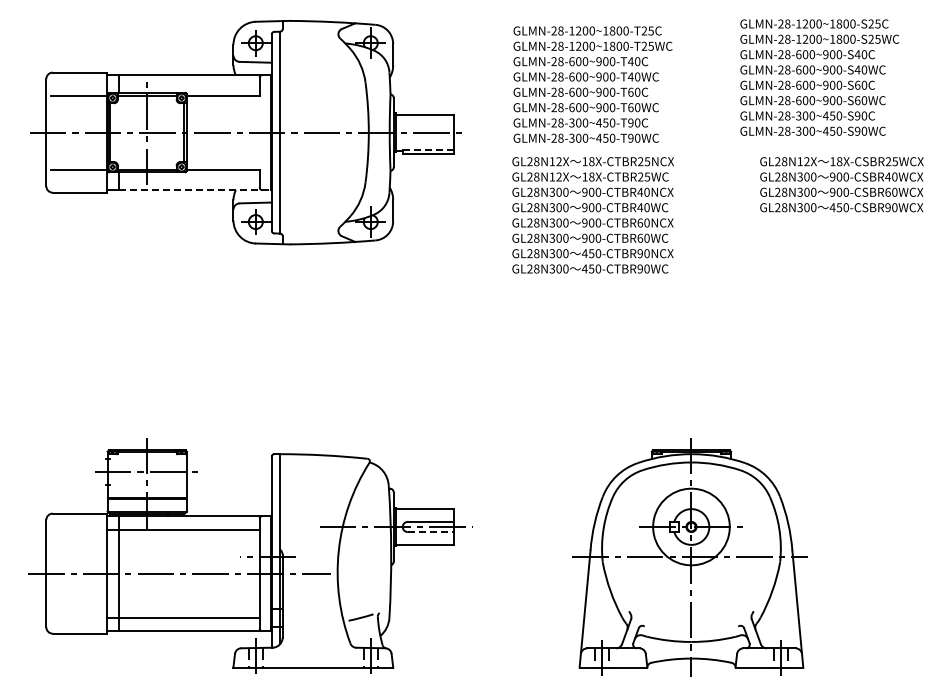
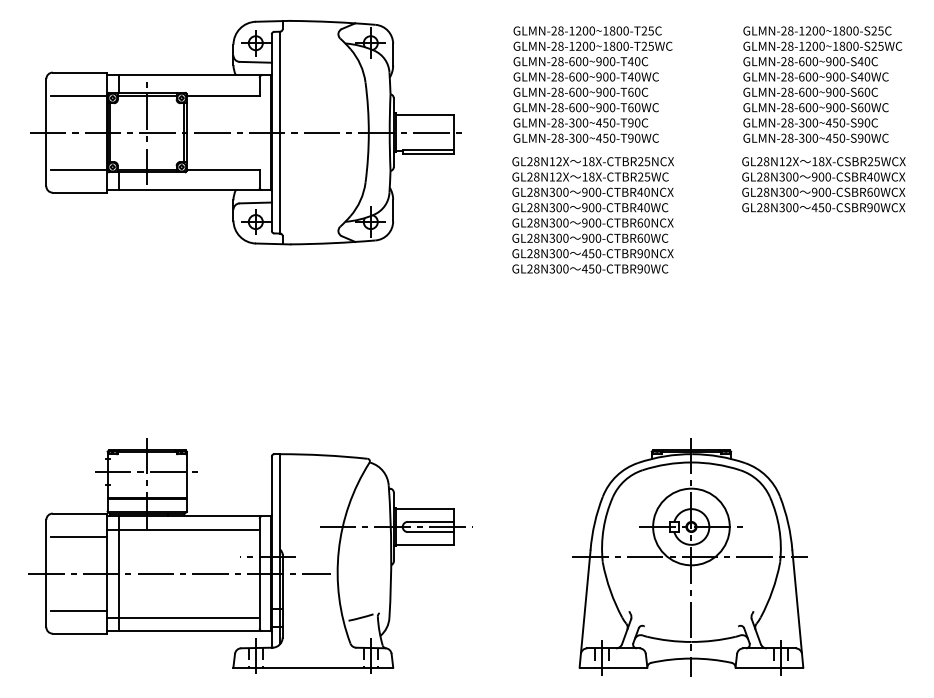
text at (819, 77) position: (819, 77) -> (822, 84)
line at (428, 149): dashed -> solid
text at (841, 184) position: (841, 184) -> (823, 184)
line at (195, 190): dashed -> solid
line at (430, 532): dashed -> solid
line at (78, 536): none -> present
line at (78, 610): none -> present
